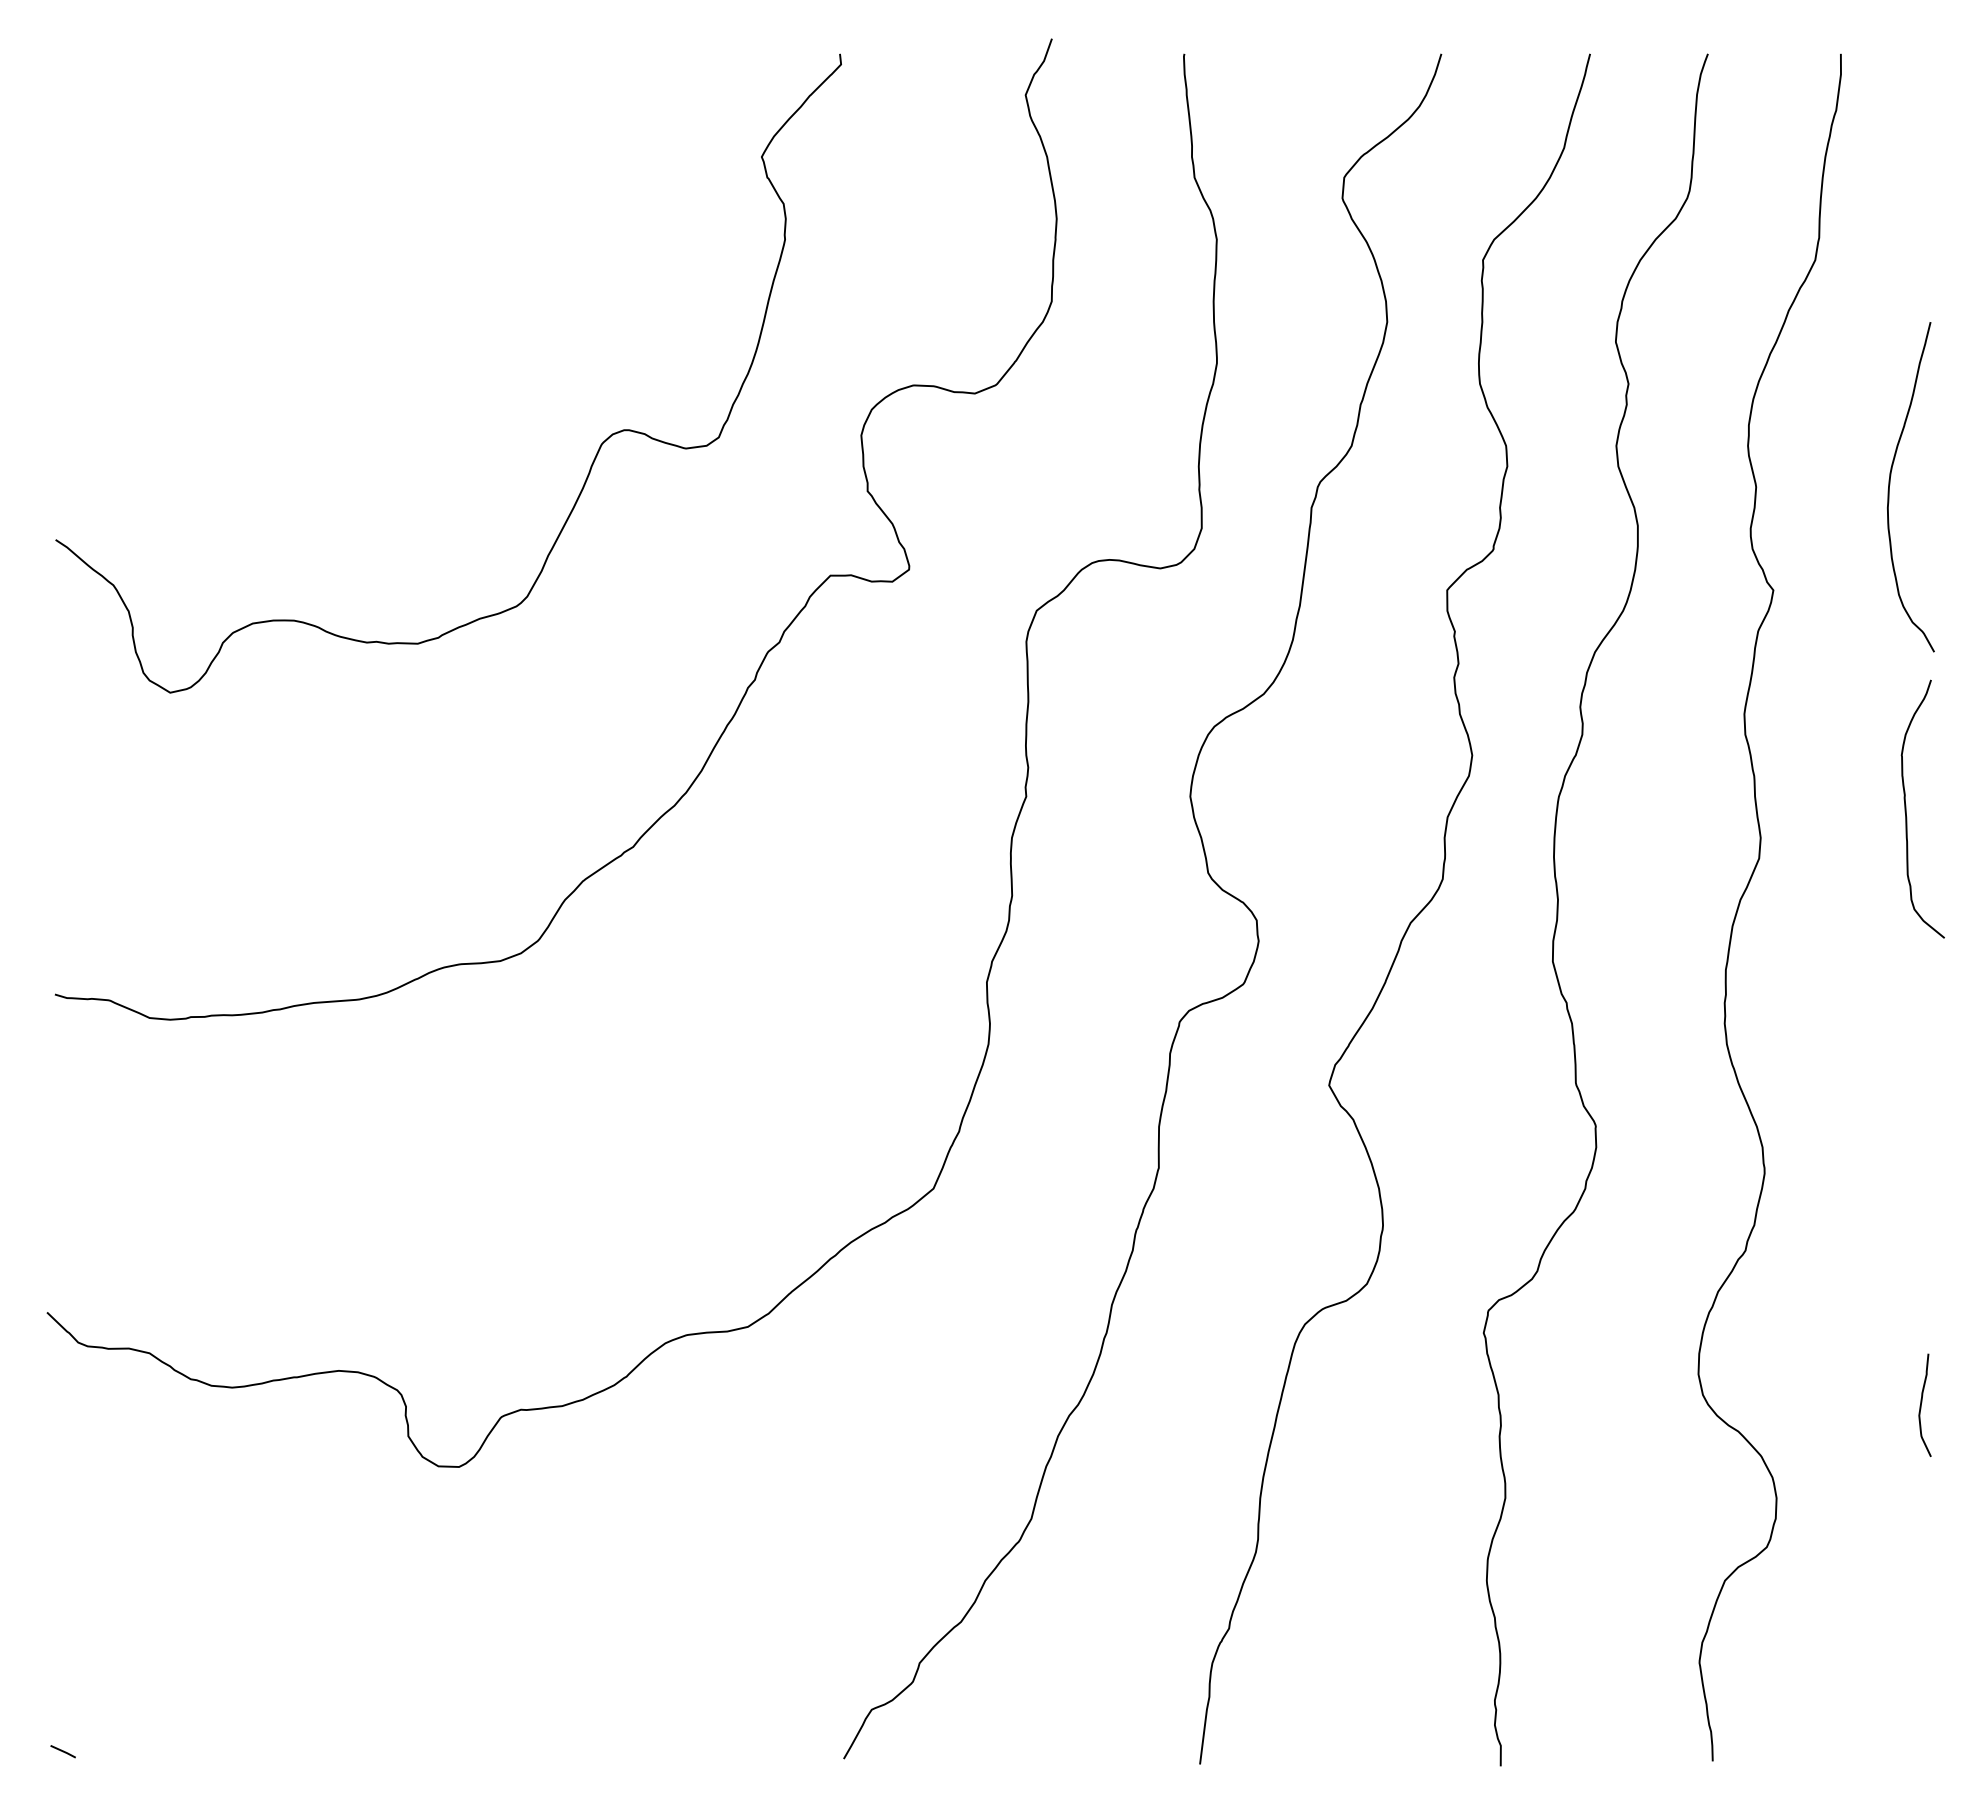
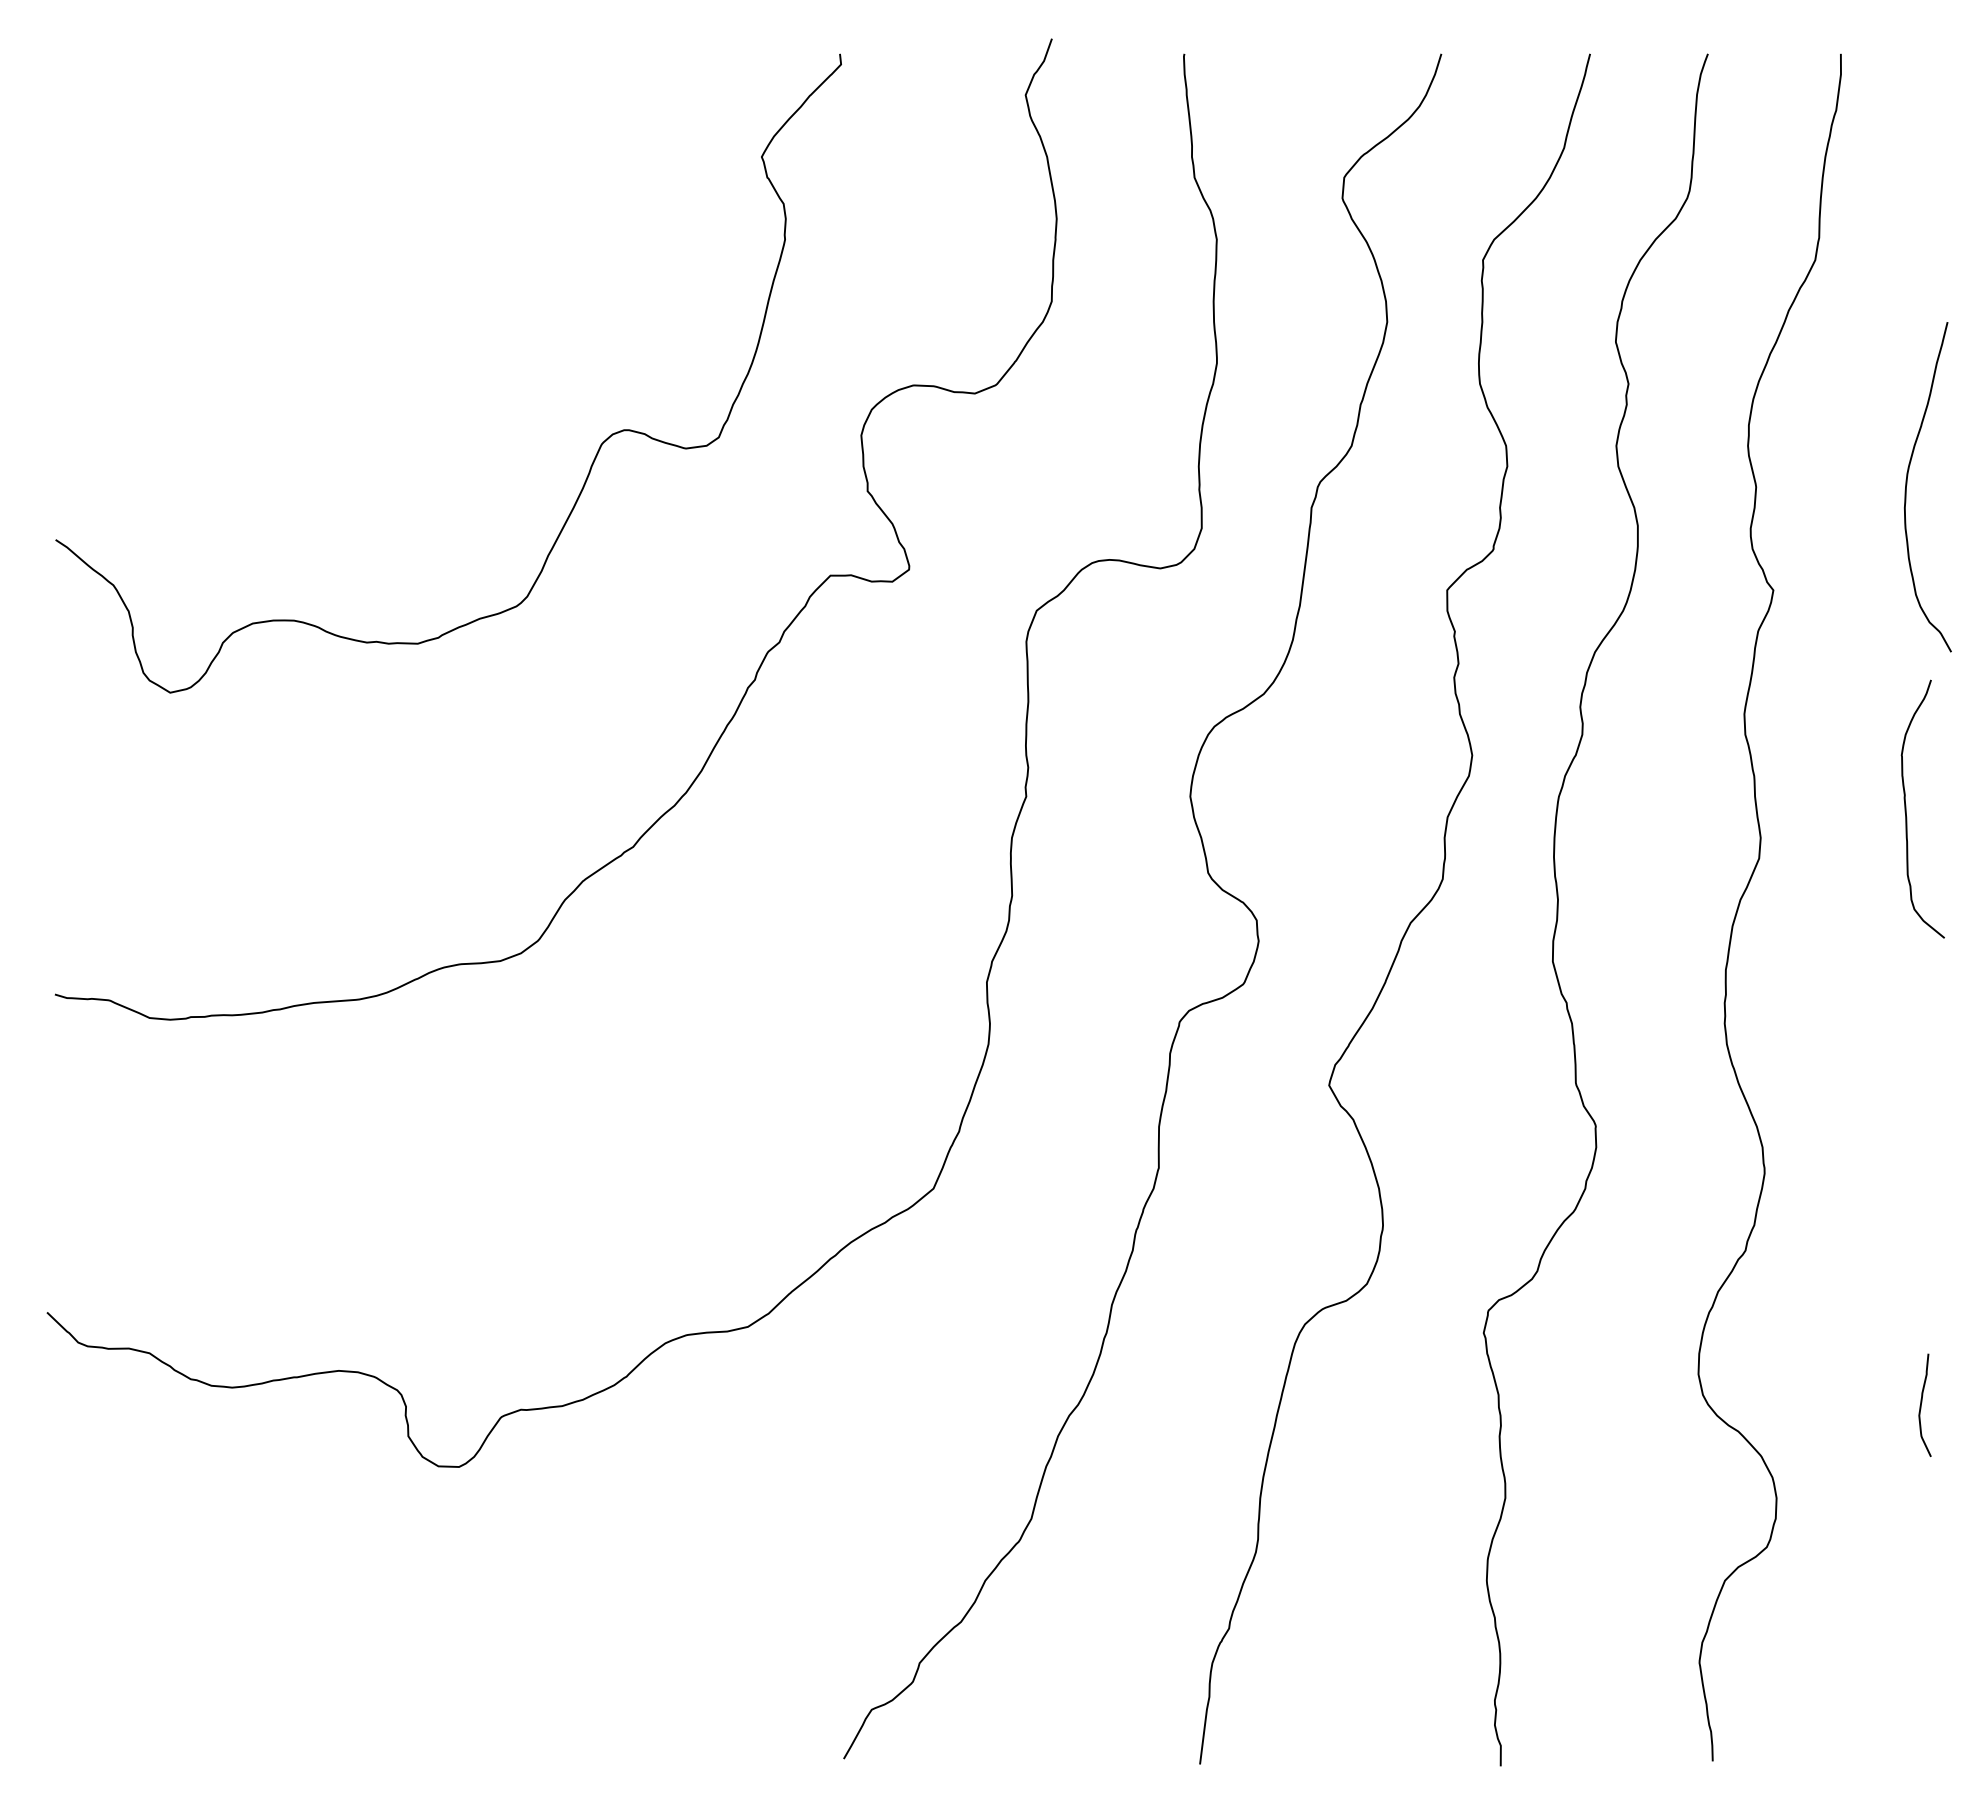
curve at (1890, 484) position: (1890, 484) -> (1907, 484)
line at (62, 1751): present -> none
